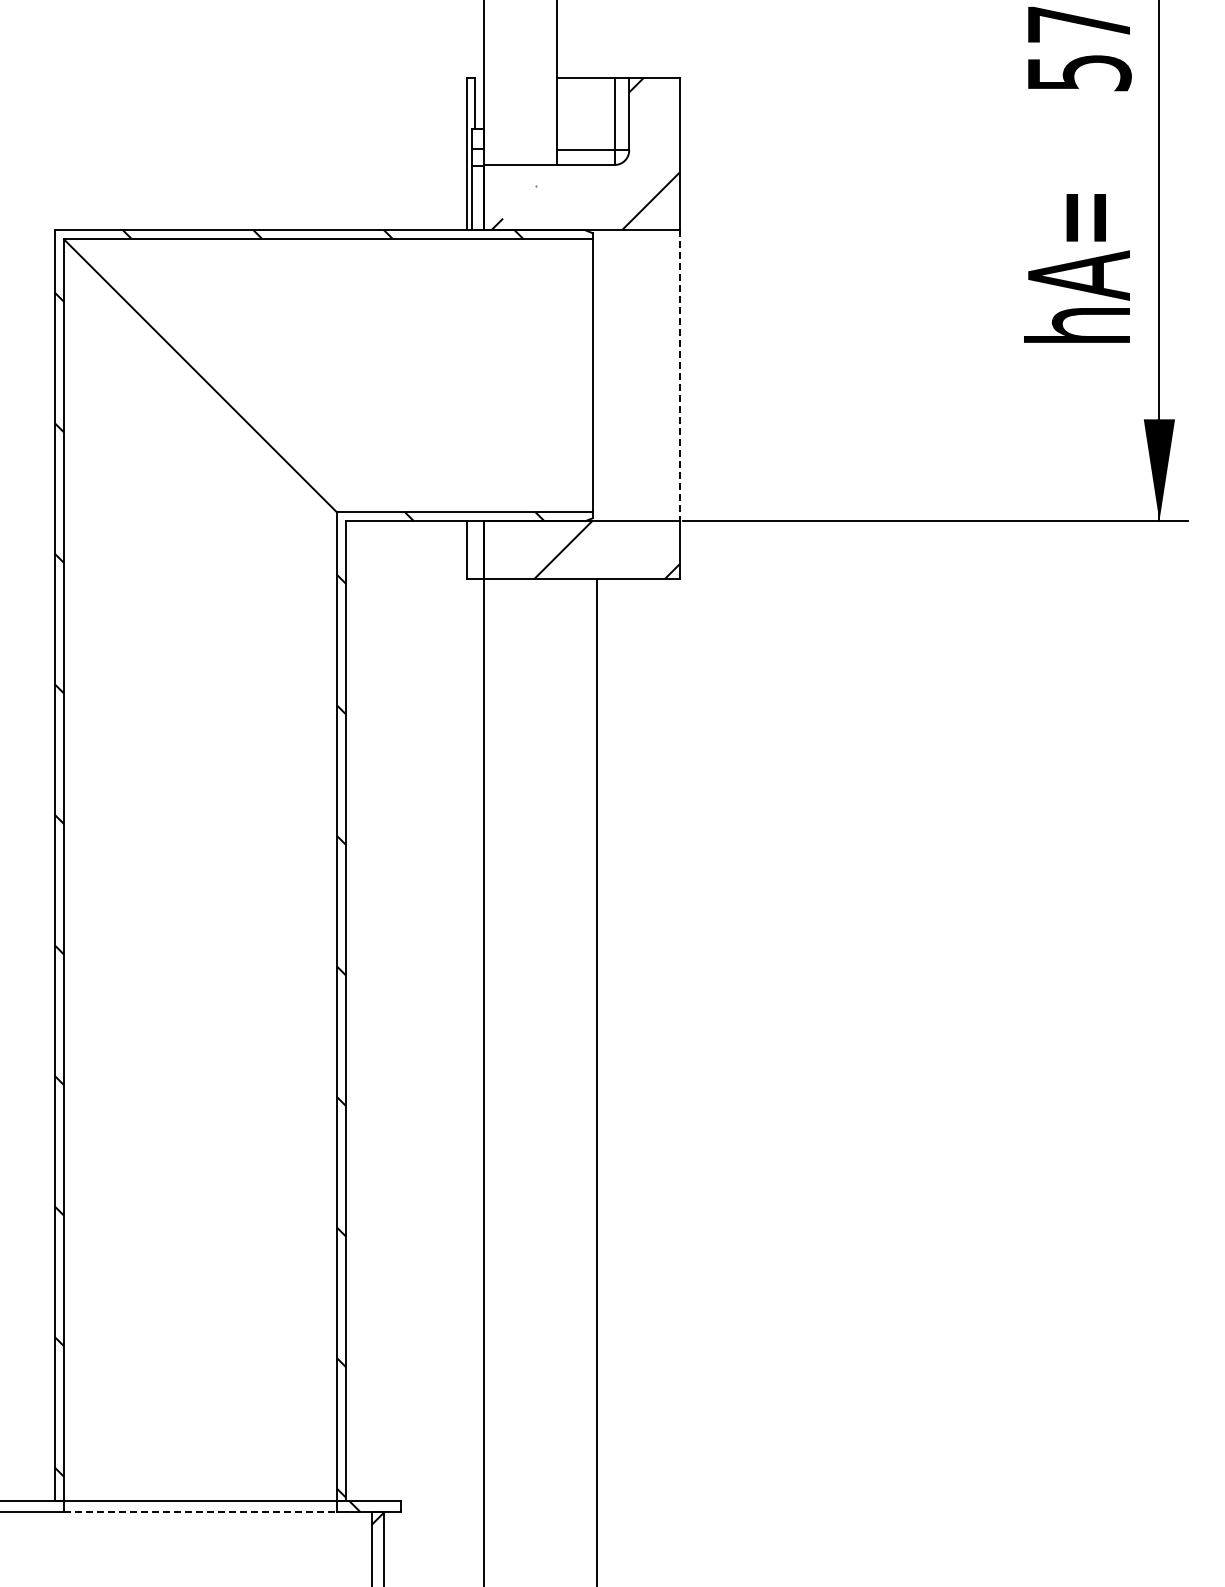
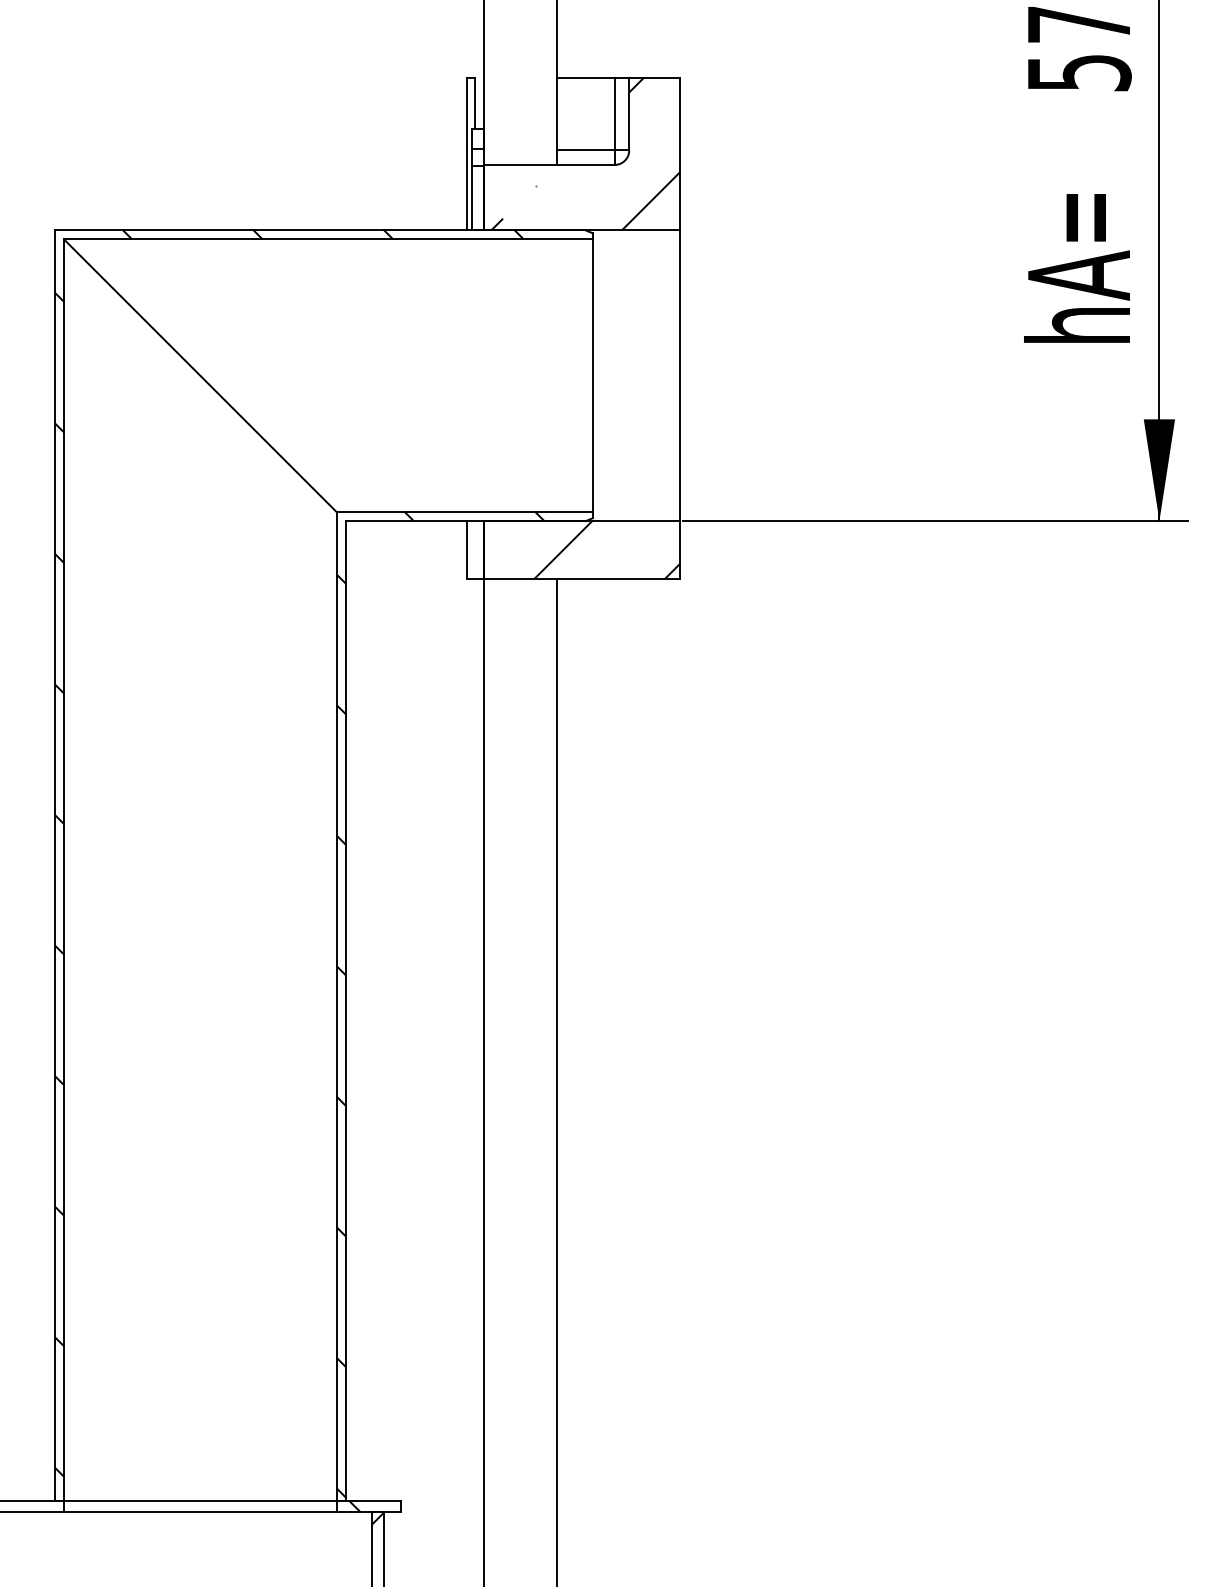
line at (680, 376): dashed -> solid
line at (596, 1081) position: (596, 1081) -> (556, 1081)
line at (200, 1512): dashed -> solid
